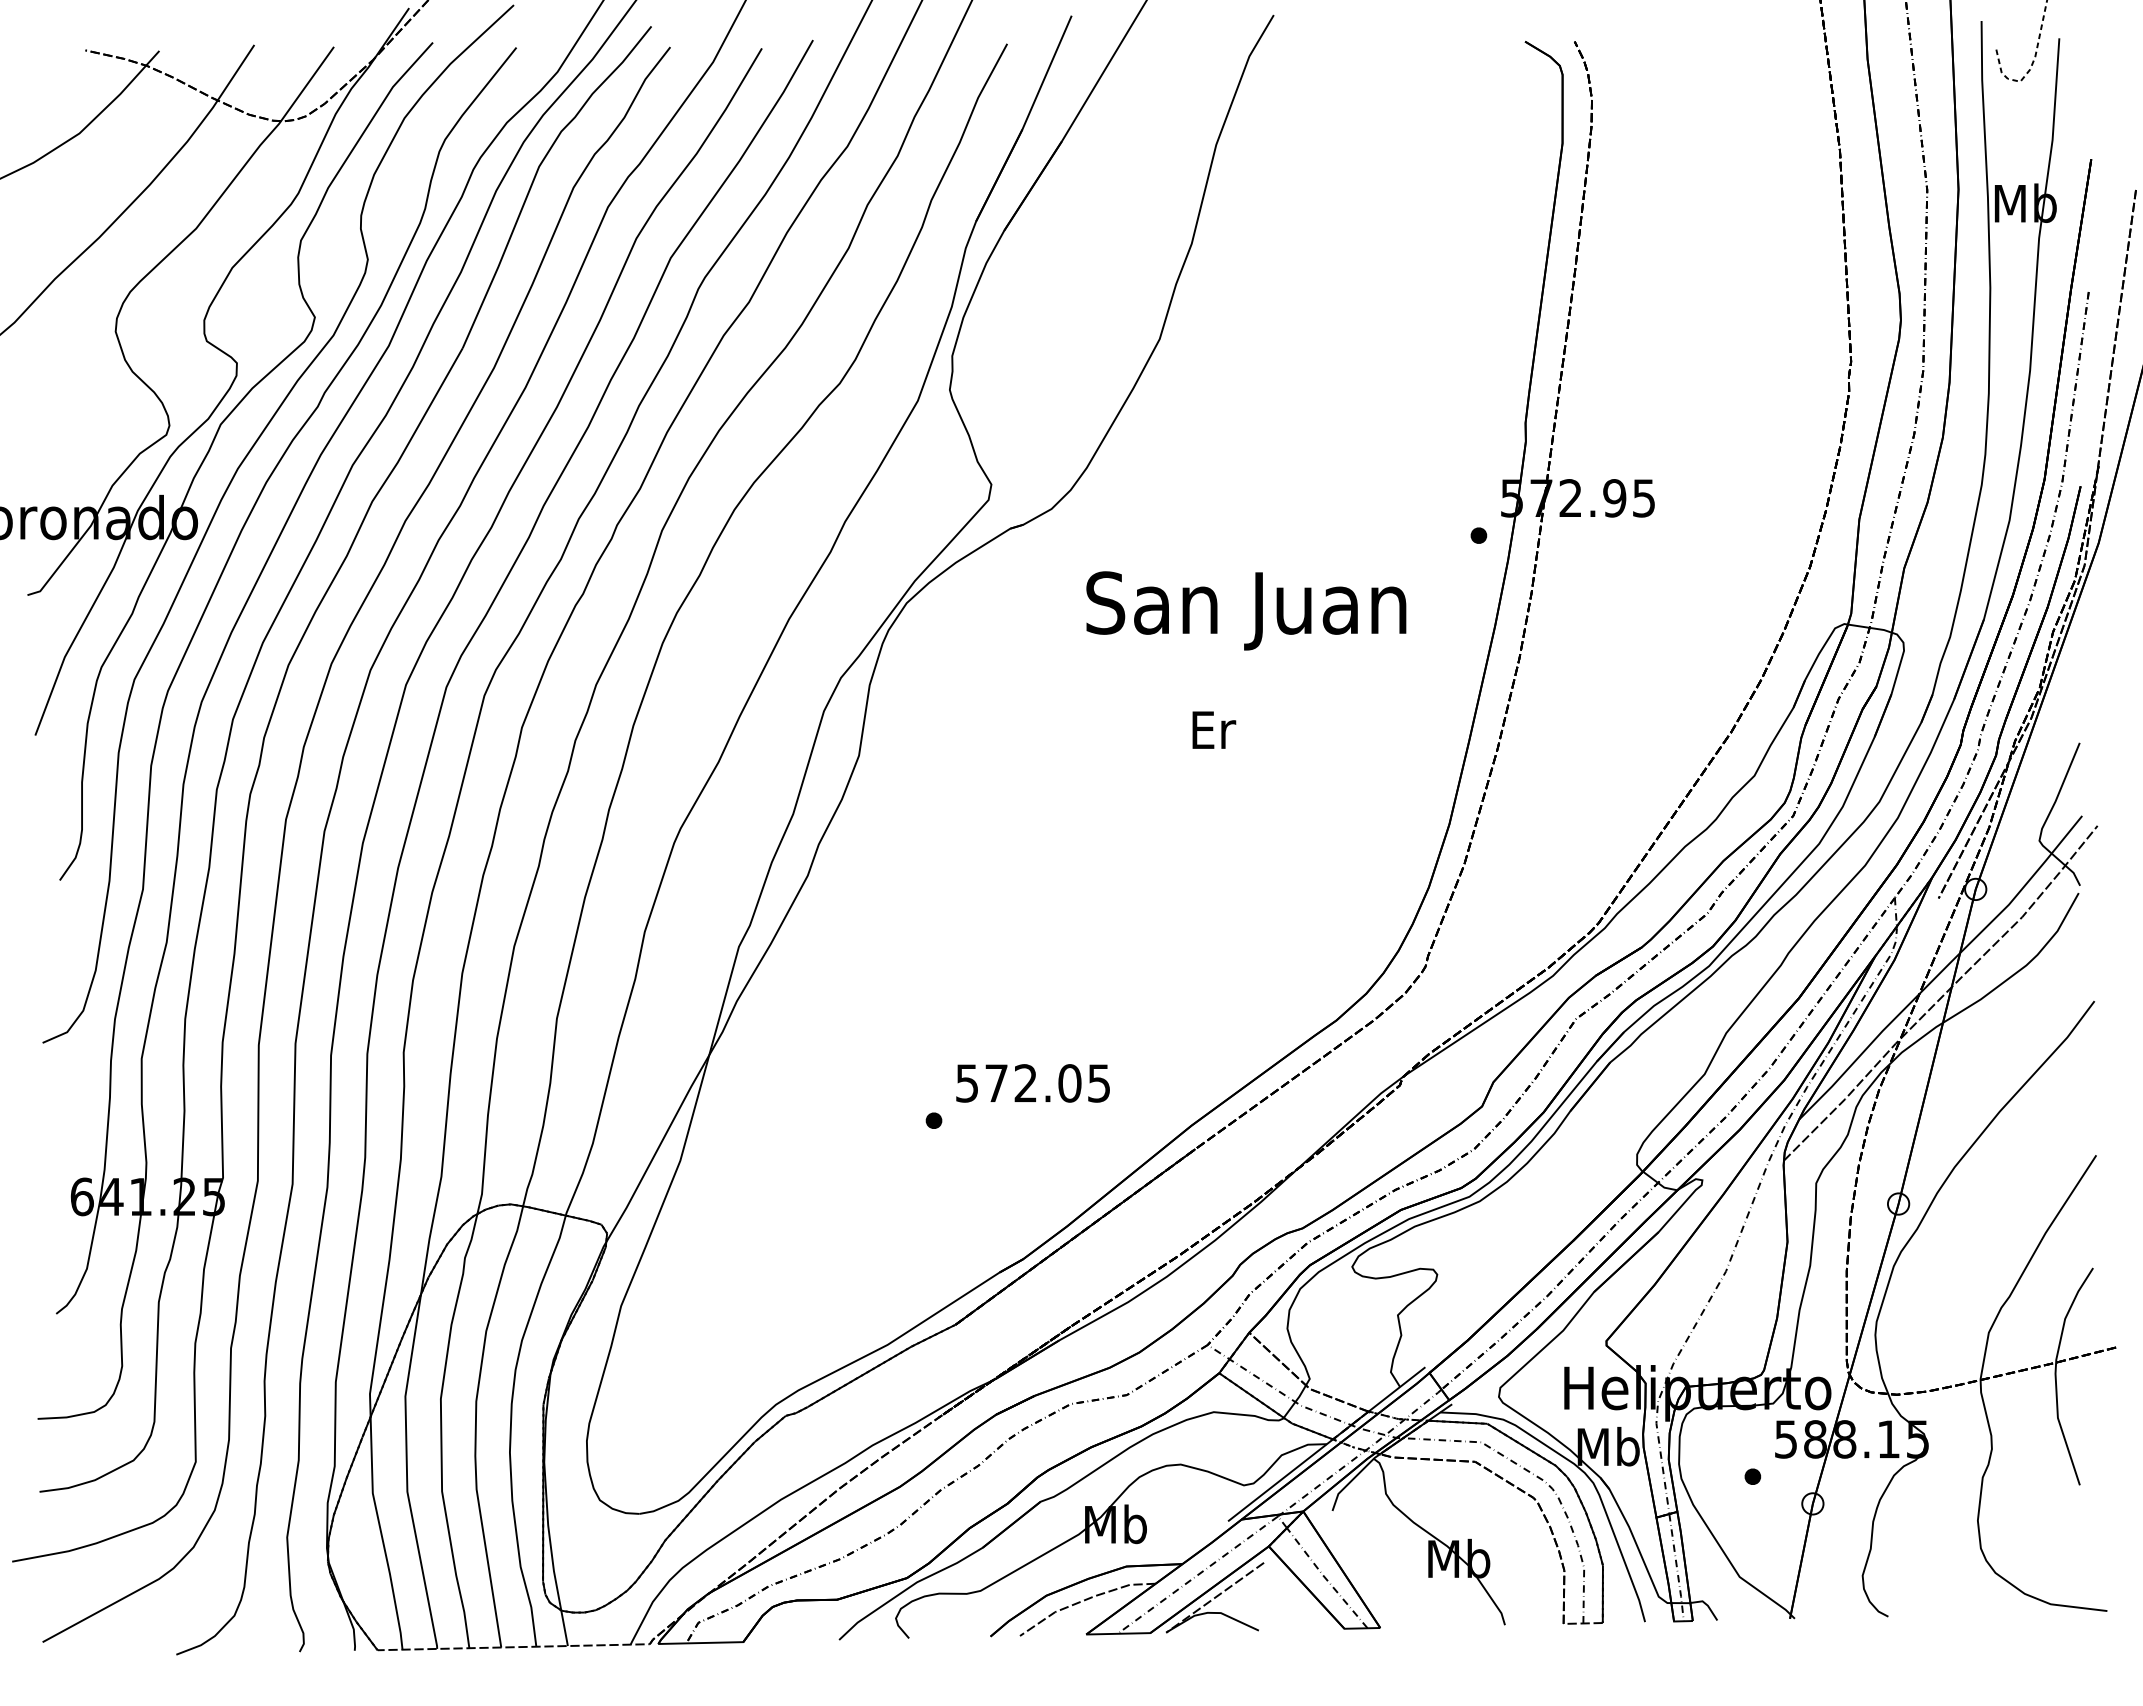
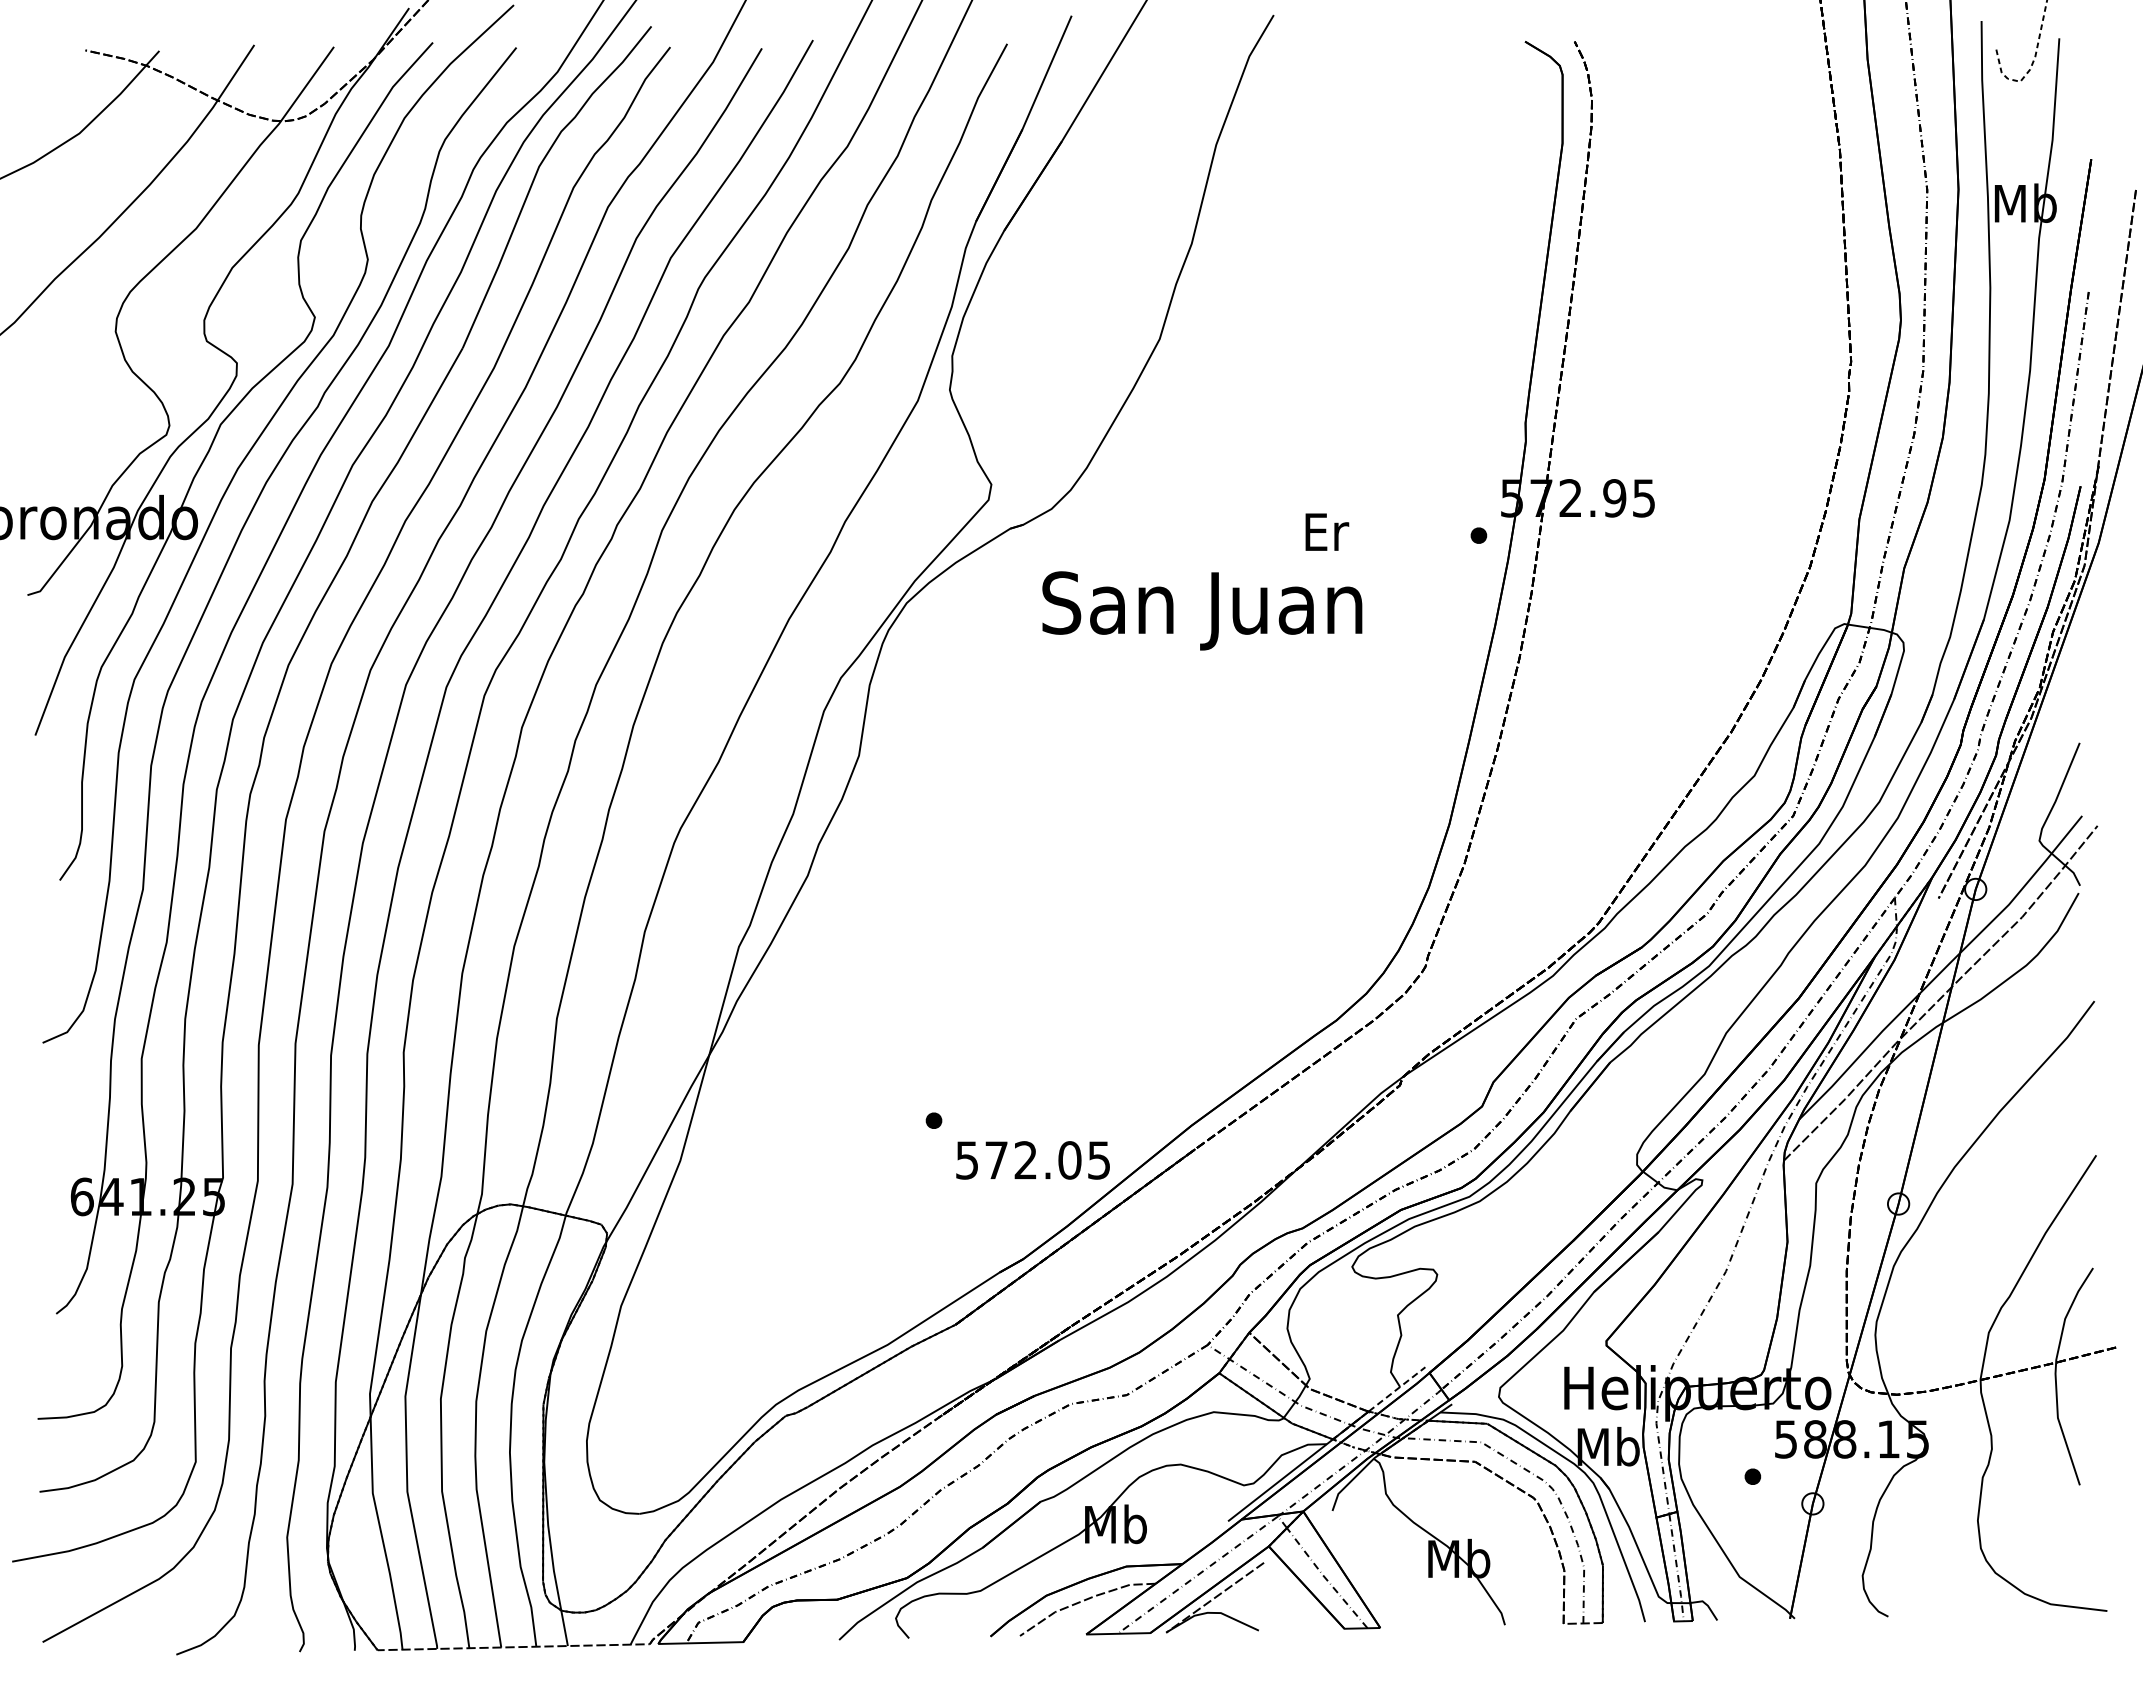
text at (1246, 610) position: (1246, 610) -> (1202, 610)
text at (1214, 729) position: (1214, 729) -> (1327, 531)
text at (1032, 1083) position: (1032, 1083) -> (1032, 1160)
line at (1397, 1389): solid -> dashed
